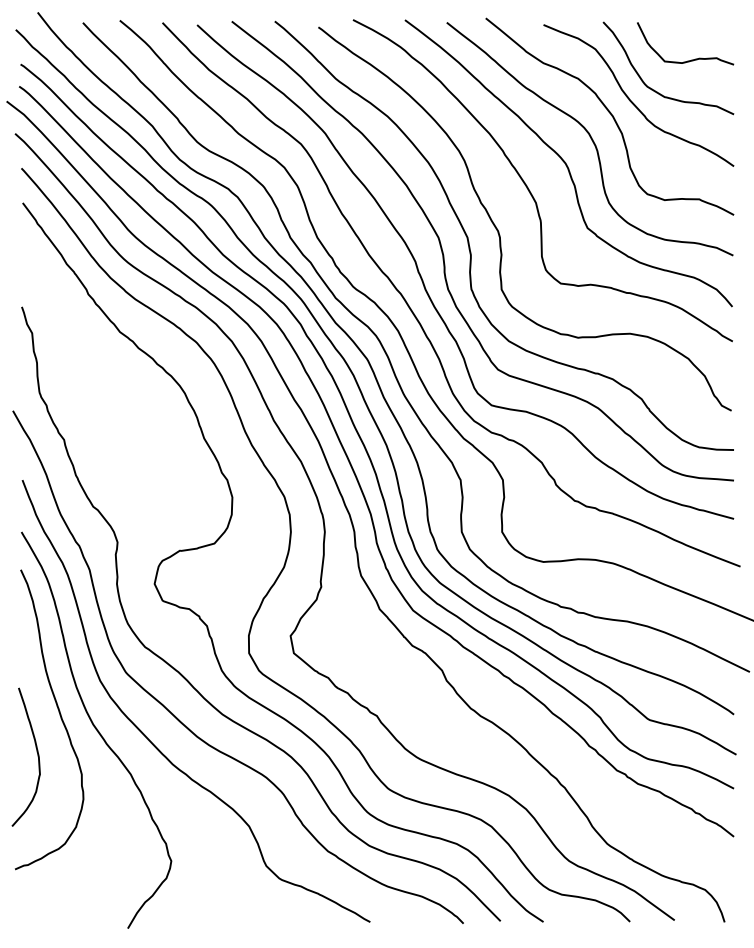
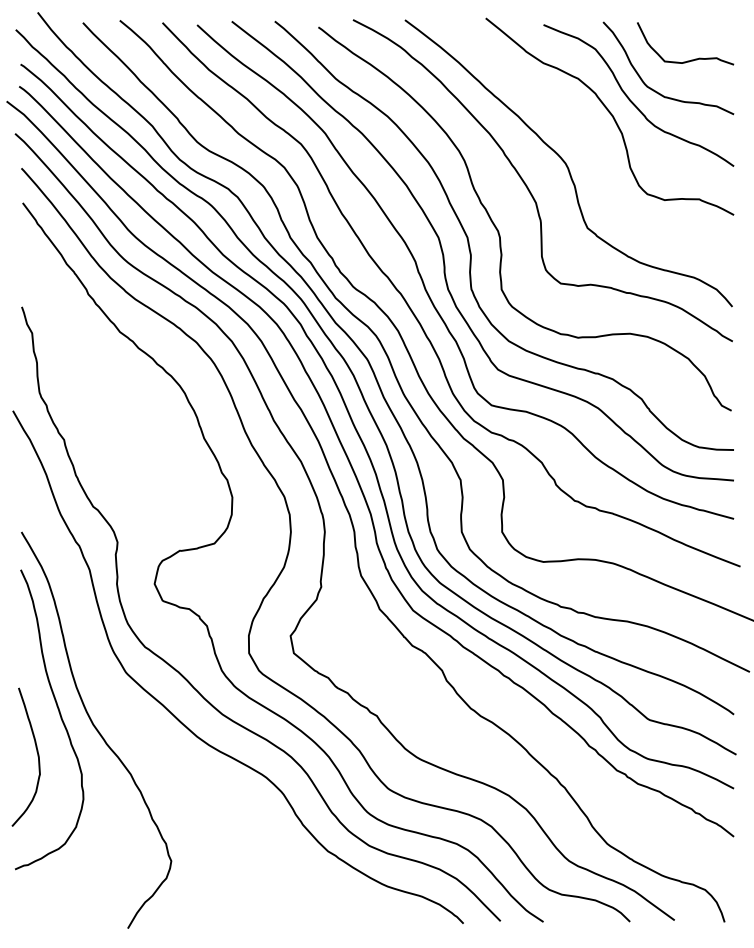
curve at (590, 138): present -> none
curve at (153, 743): present -> none
